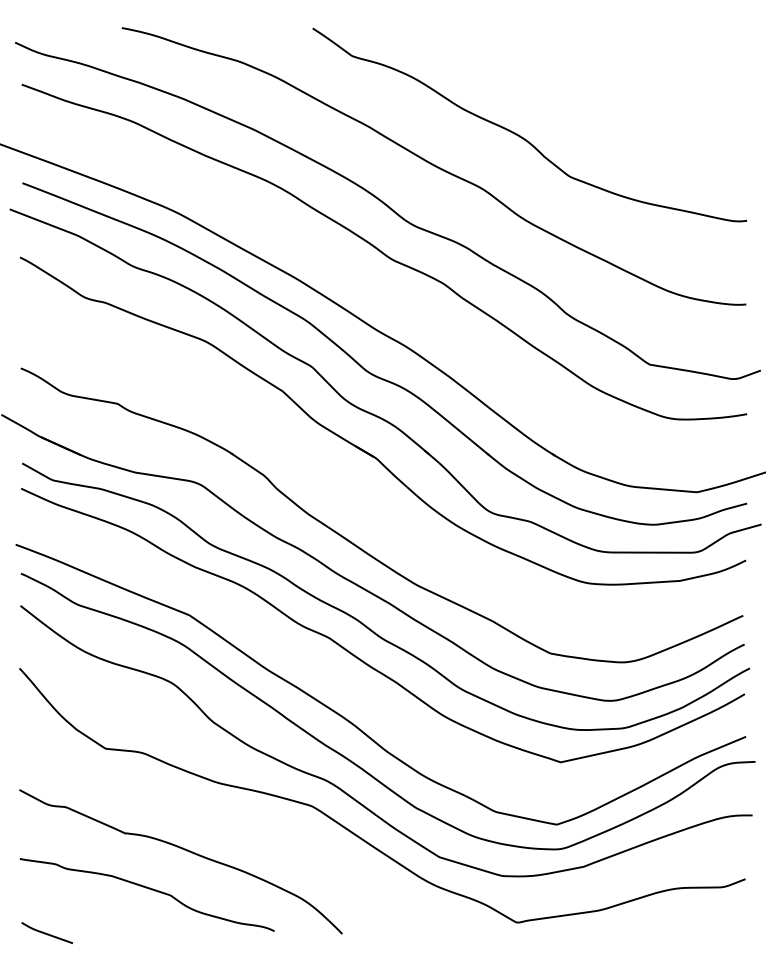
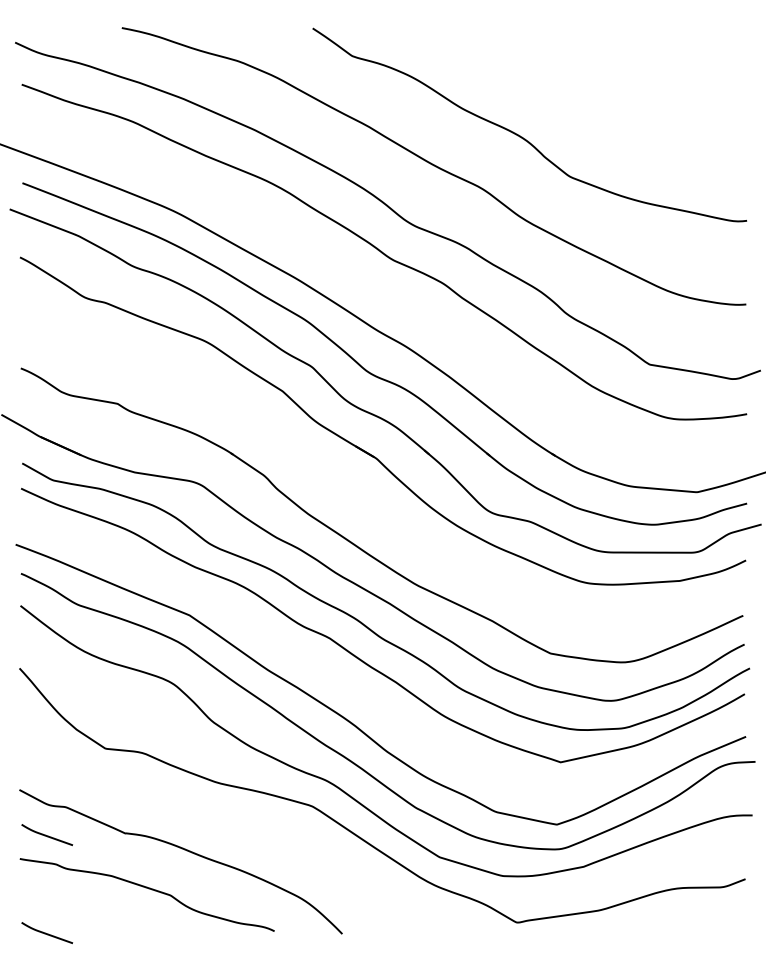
curve at (47, 835): none -> present
